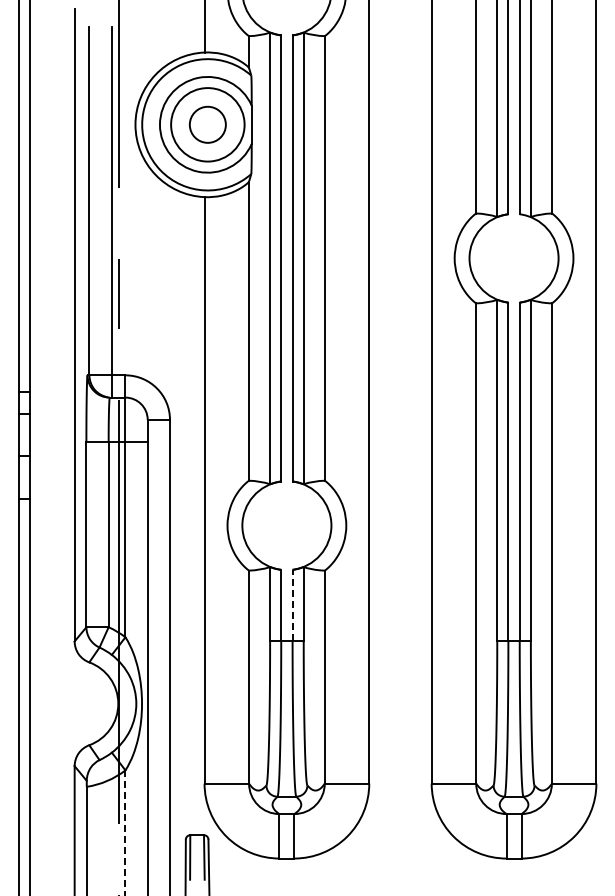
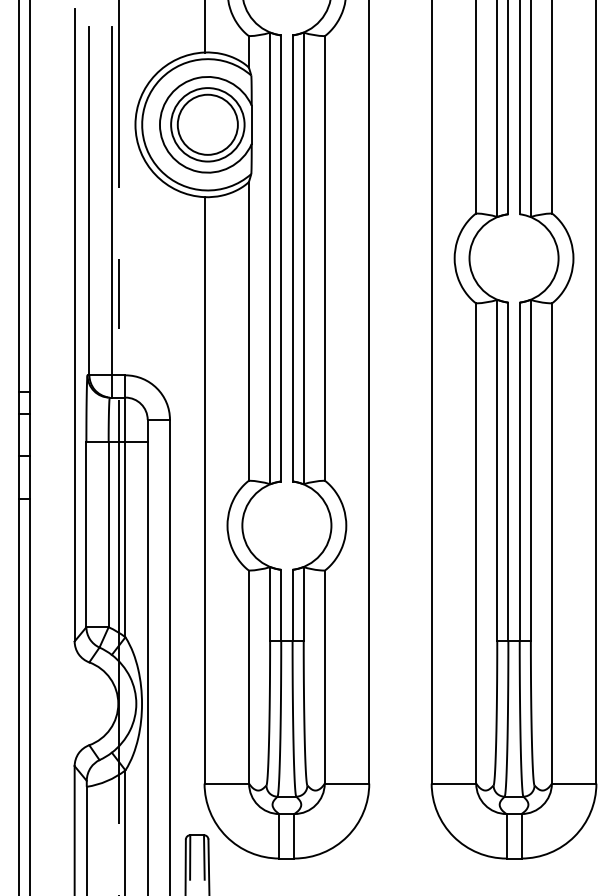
circle at (207, 124) diameter: 36 px -> 60 px
line at (292, 605): dashed -> solid
line at (125, 833): dashed -> solid
